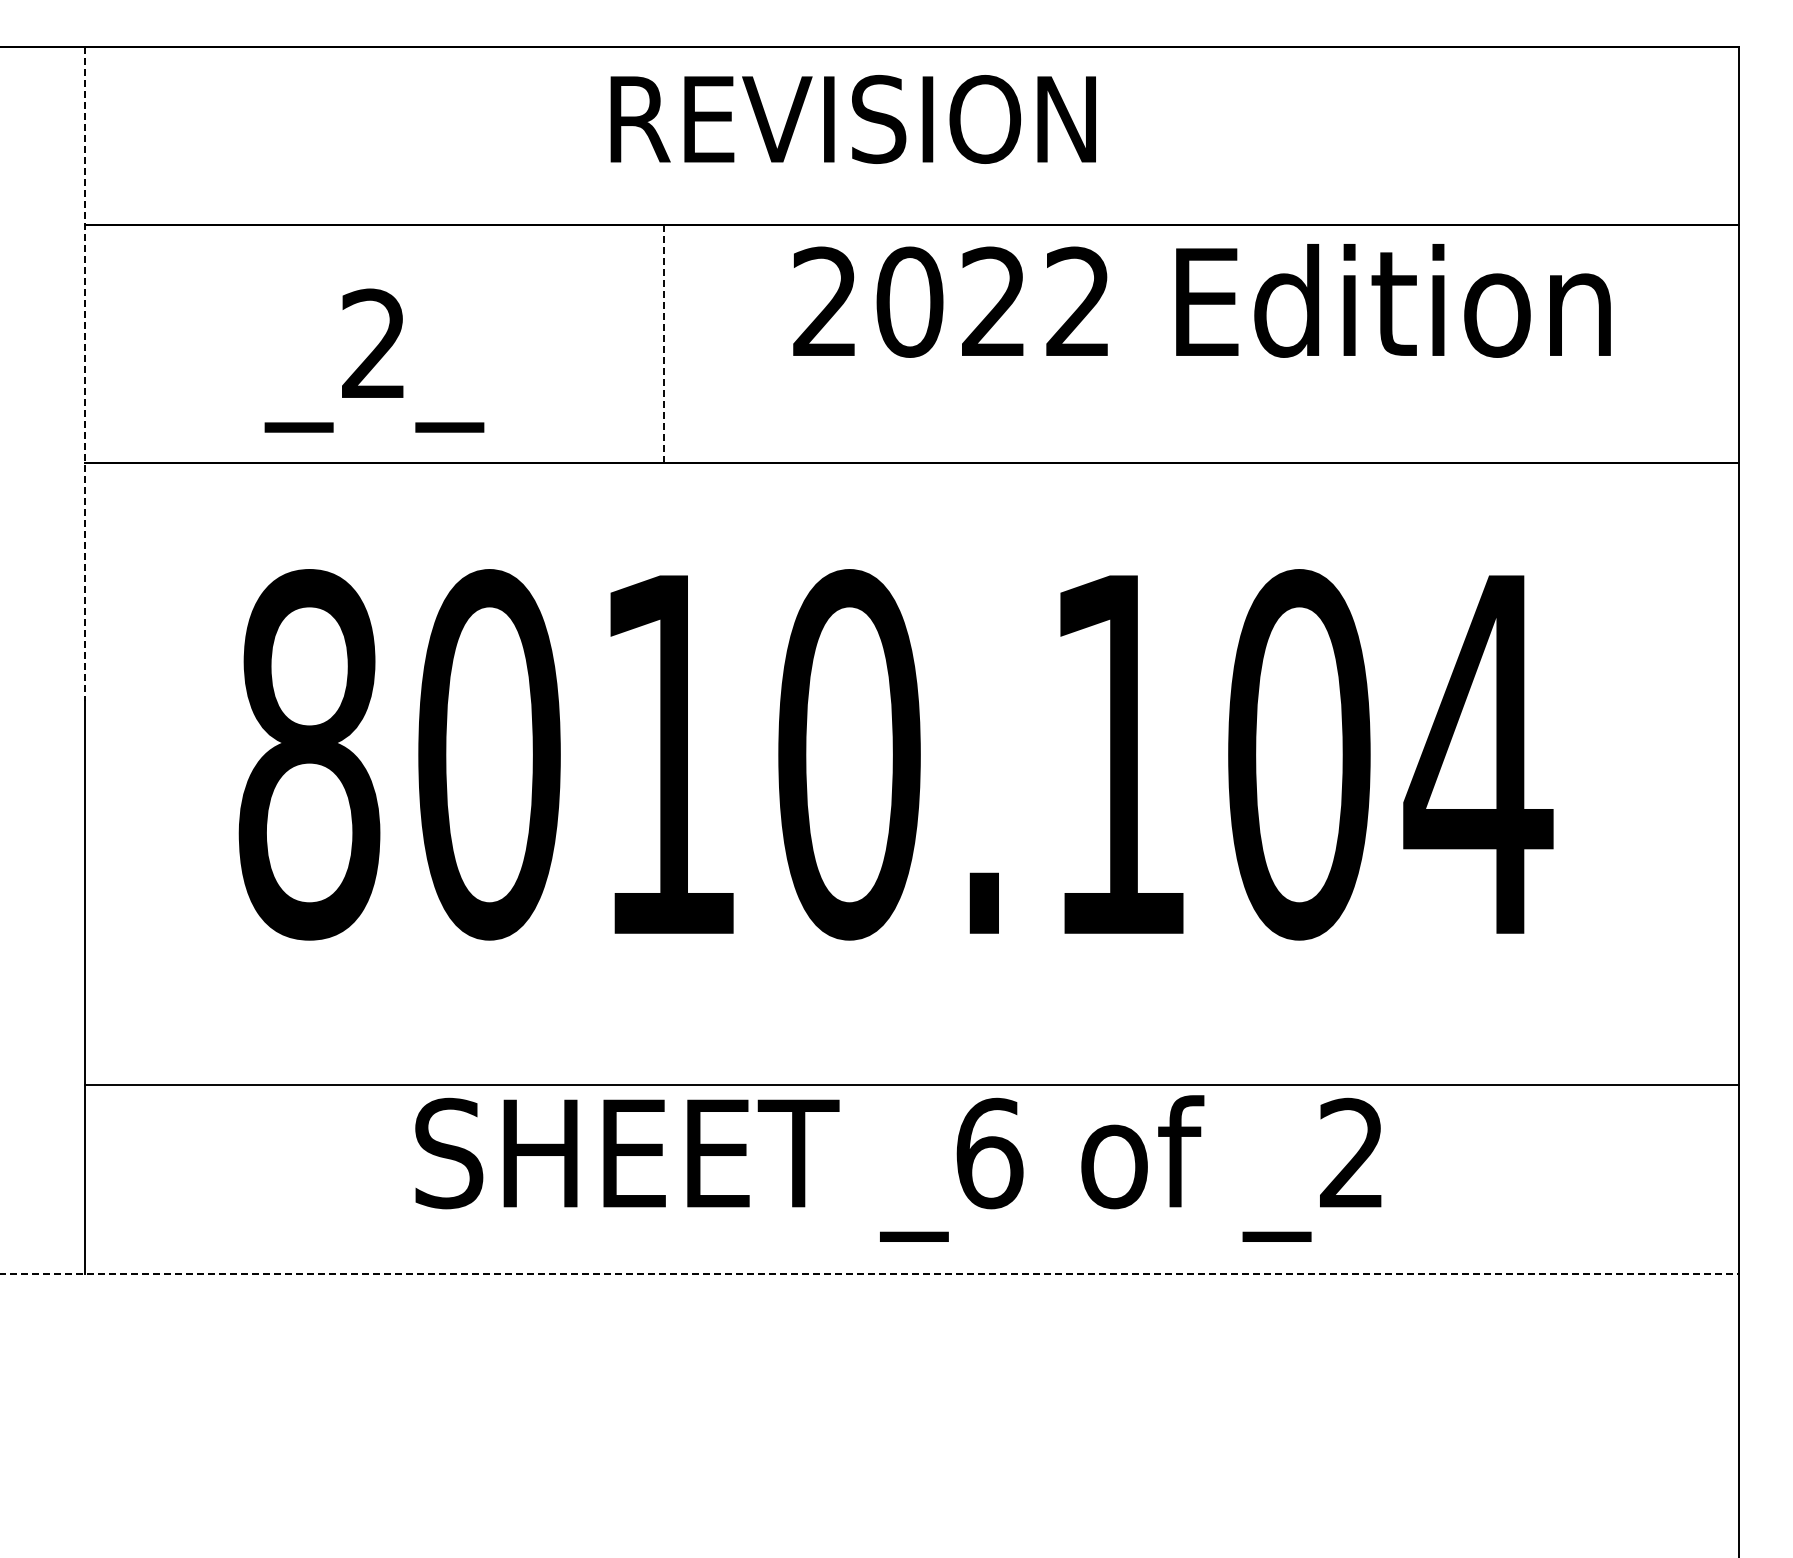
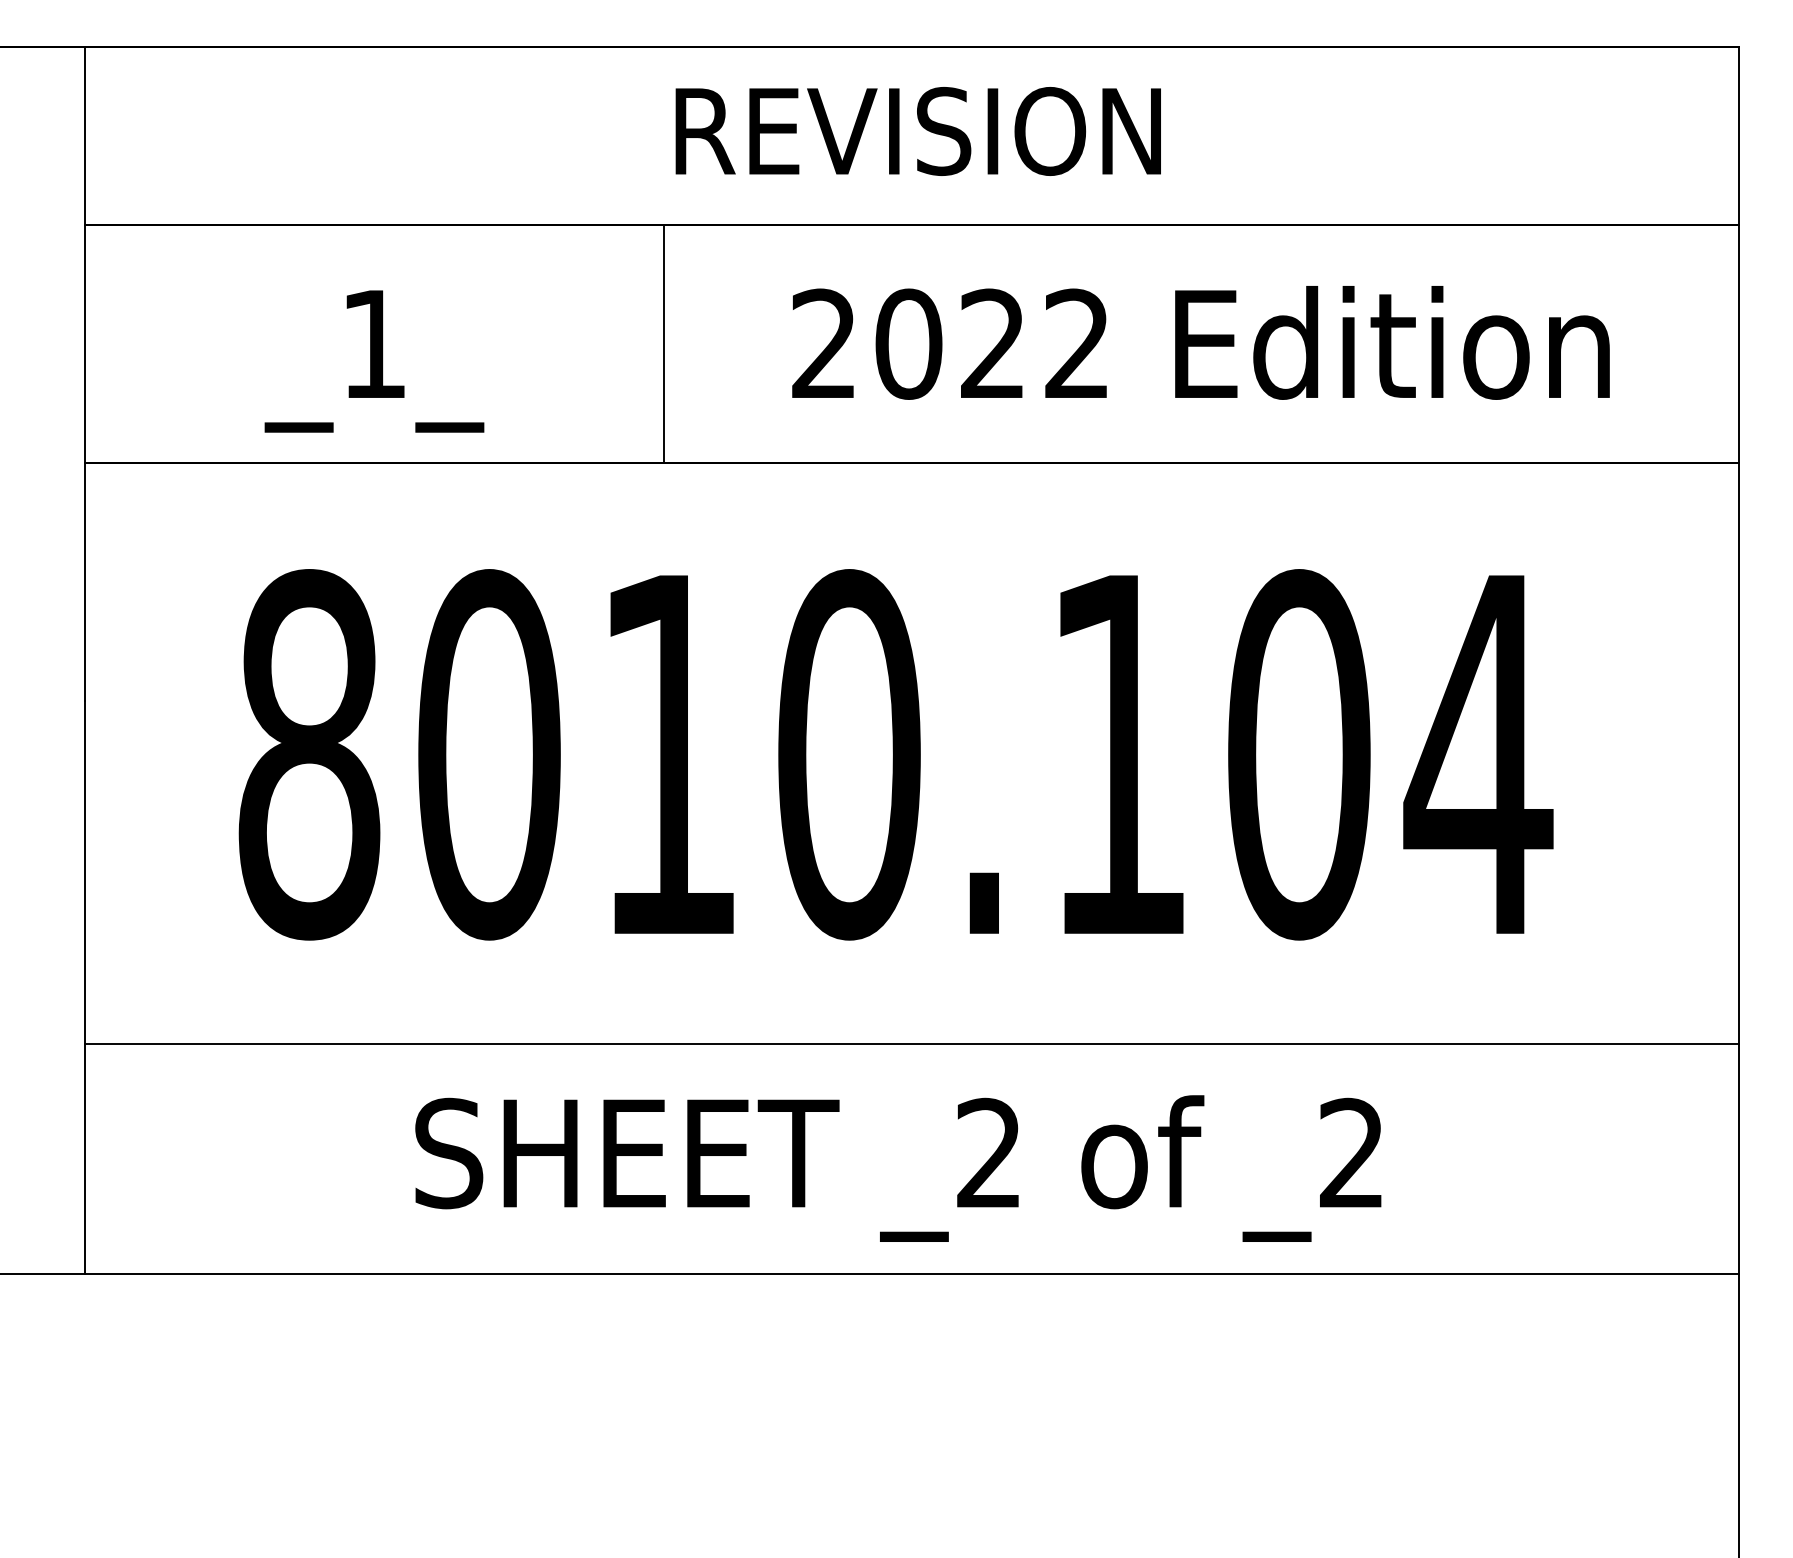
text at (852, 119) position: (852, 119) -> (917, 131)
text at (1201, 300) position: (1201, 300) -> (1200, 342)
text at (373, 342): _2_ -> _1_
line at (664, 344): dashed -> solid
line at (84, 374): dashed -> solid
line at (911, 1084) position: (911, 1084) -> (911, 1043)
text at (989, 1153): _6 -> _2
line at (870, 1274): dashed -> solid
